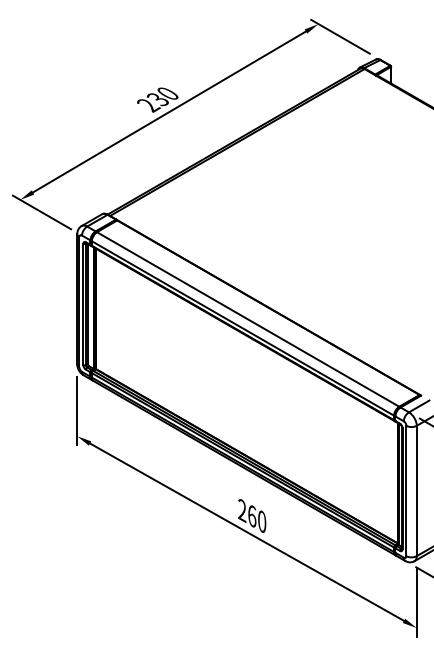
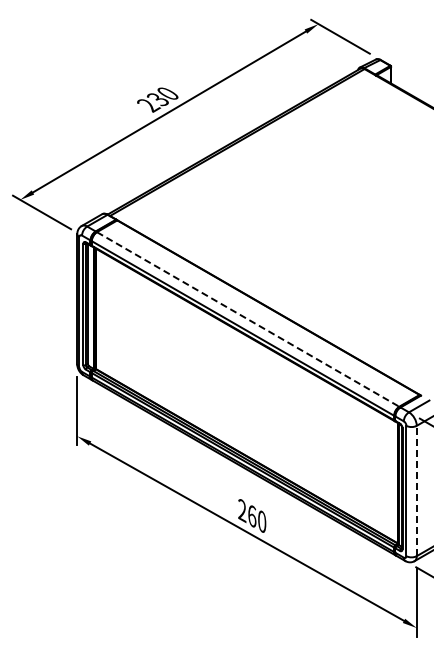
line at (248, 319): solid -> dashed
line at (416, 490): solid -> dashed
